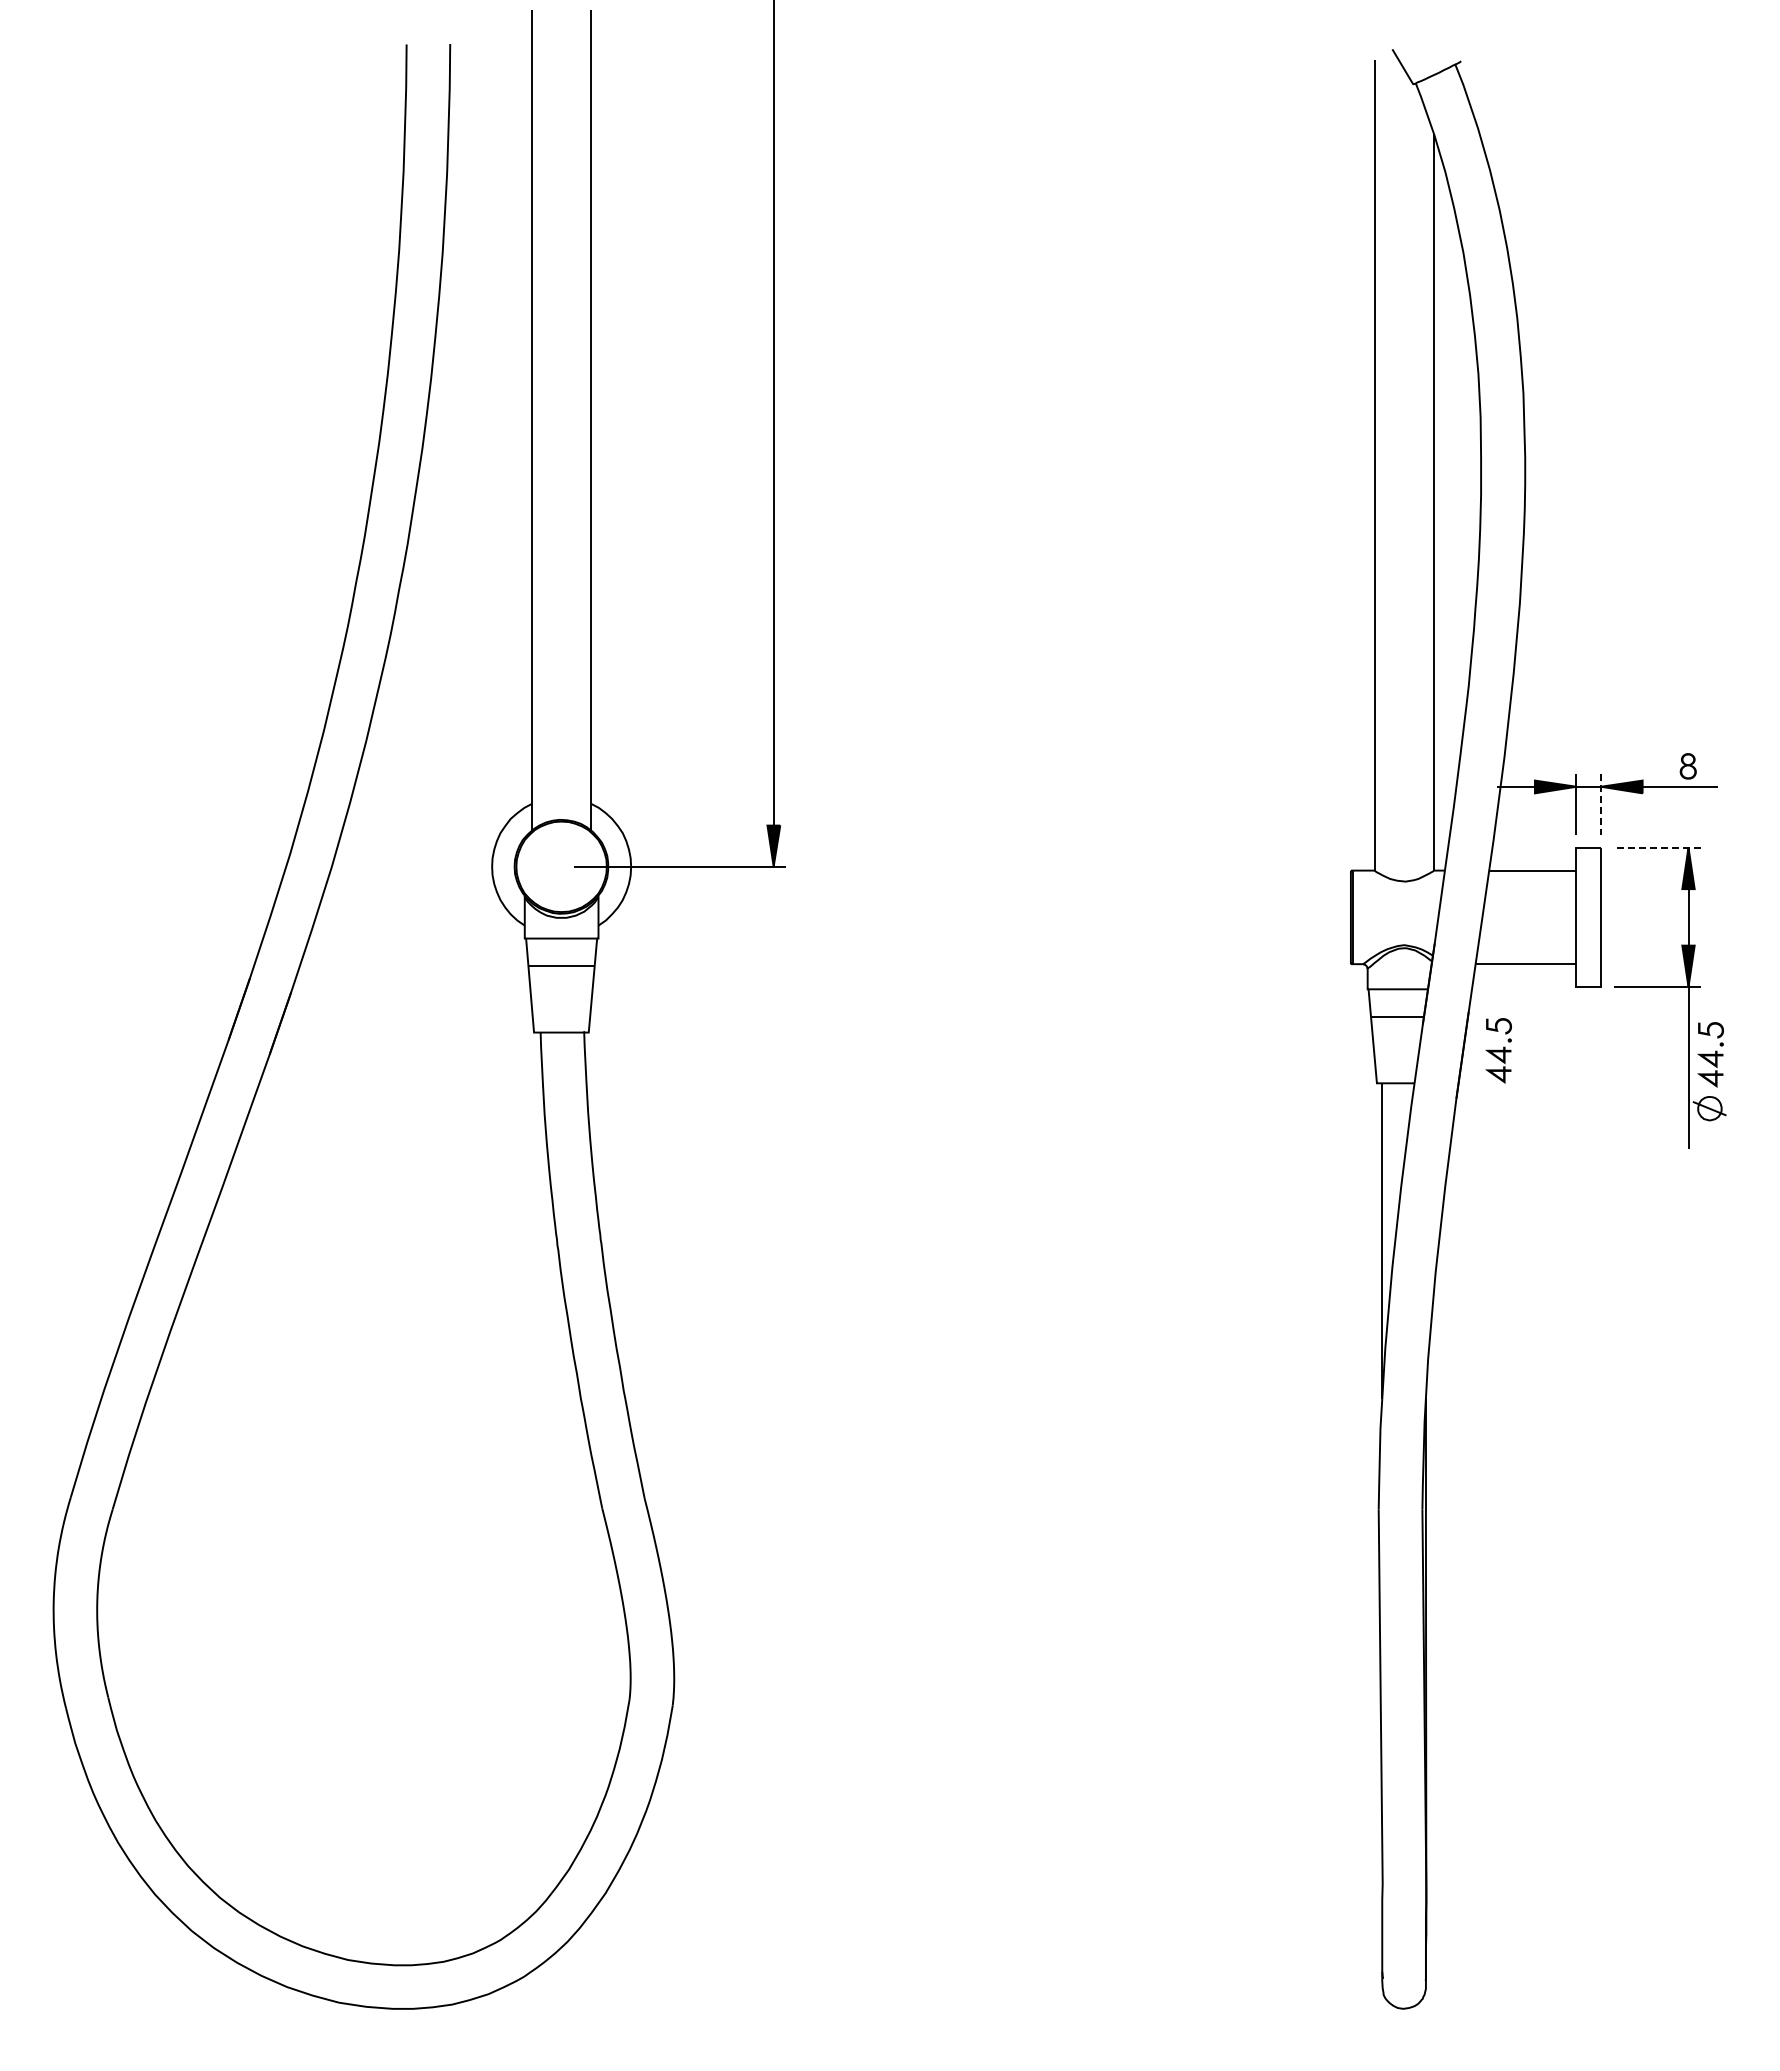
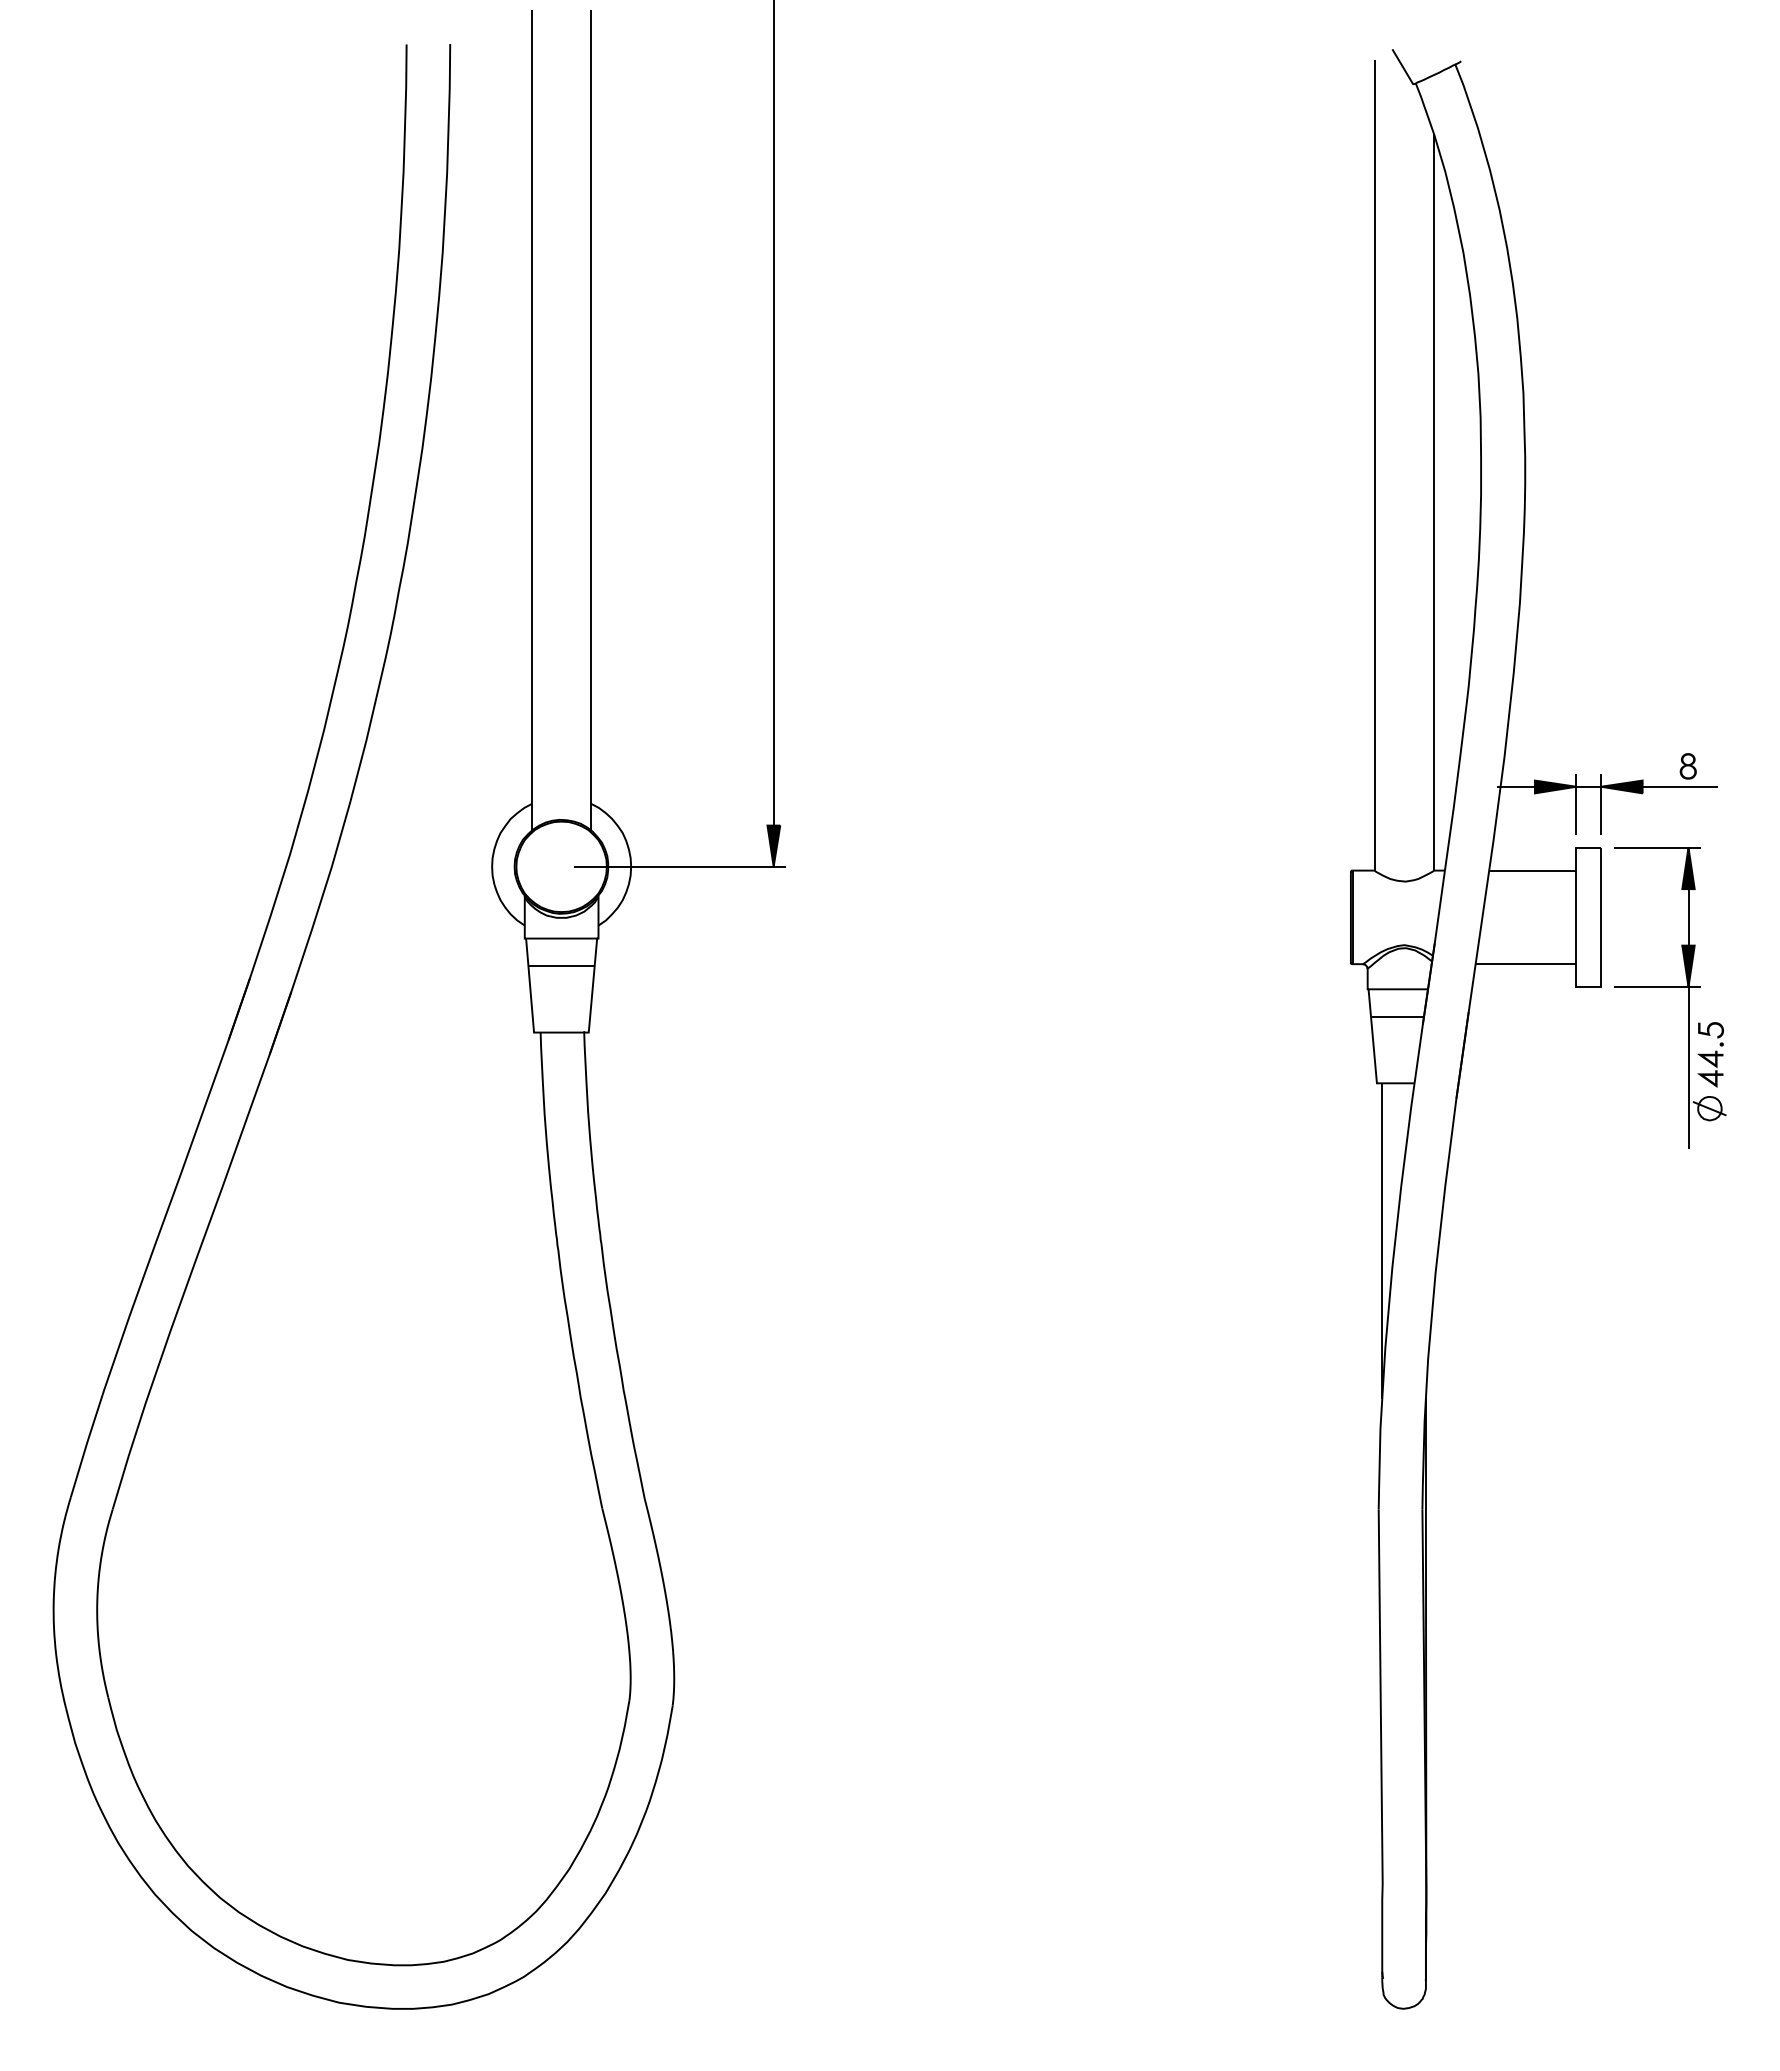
line at (1601, 805): dashed -> solid
line at (1656, 847): dashed -> solid
part at (1498, 1050): present -> none
